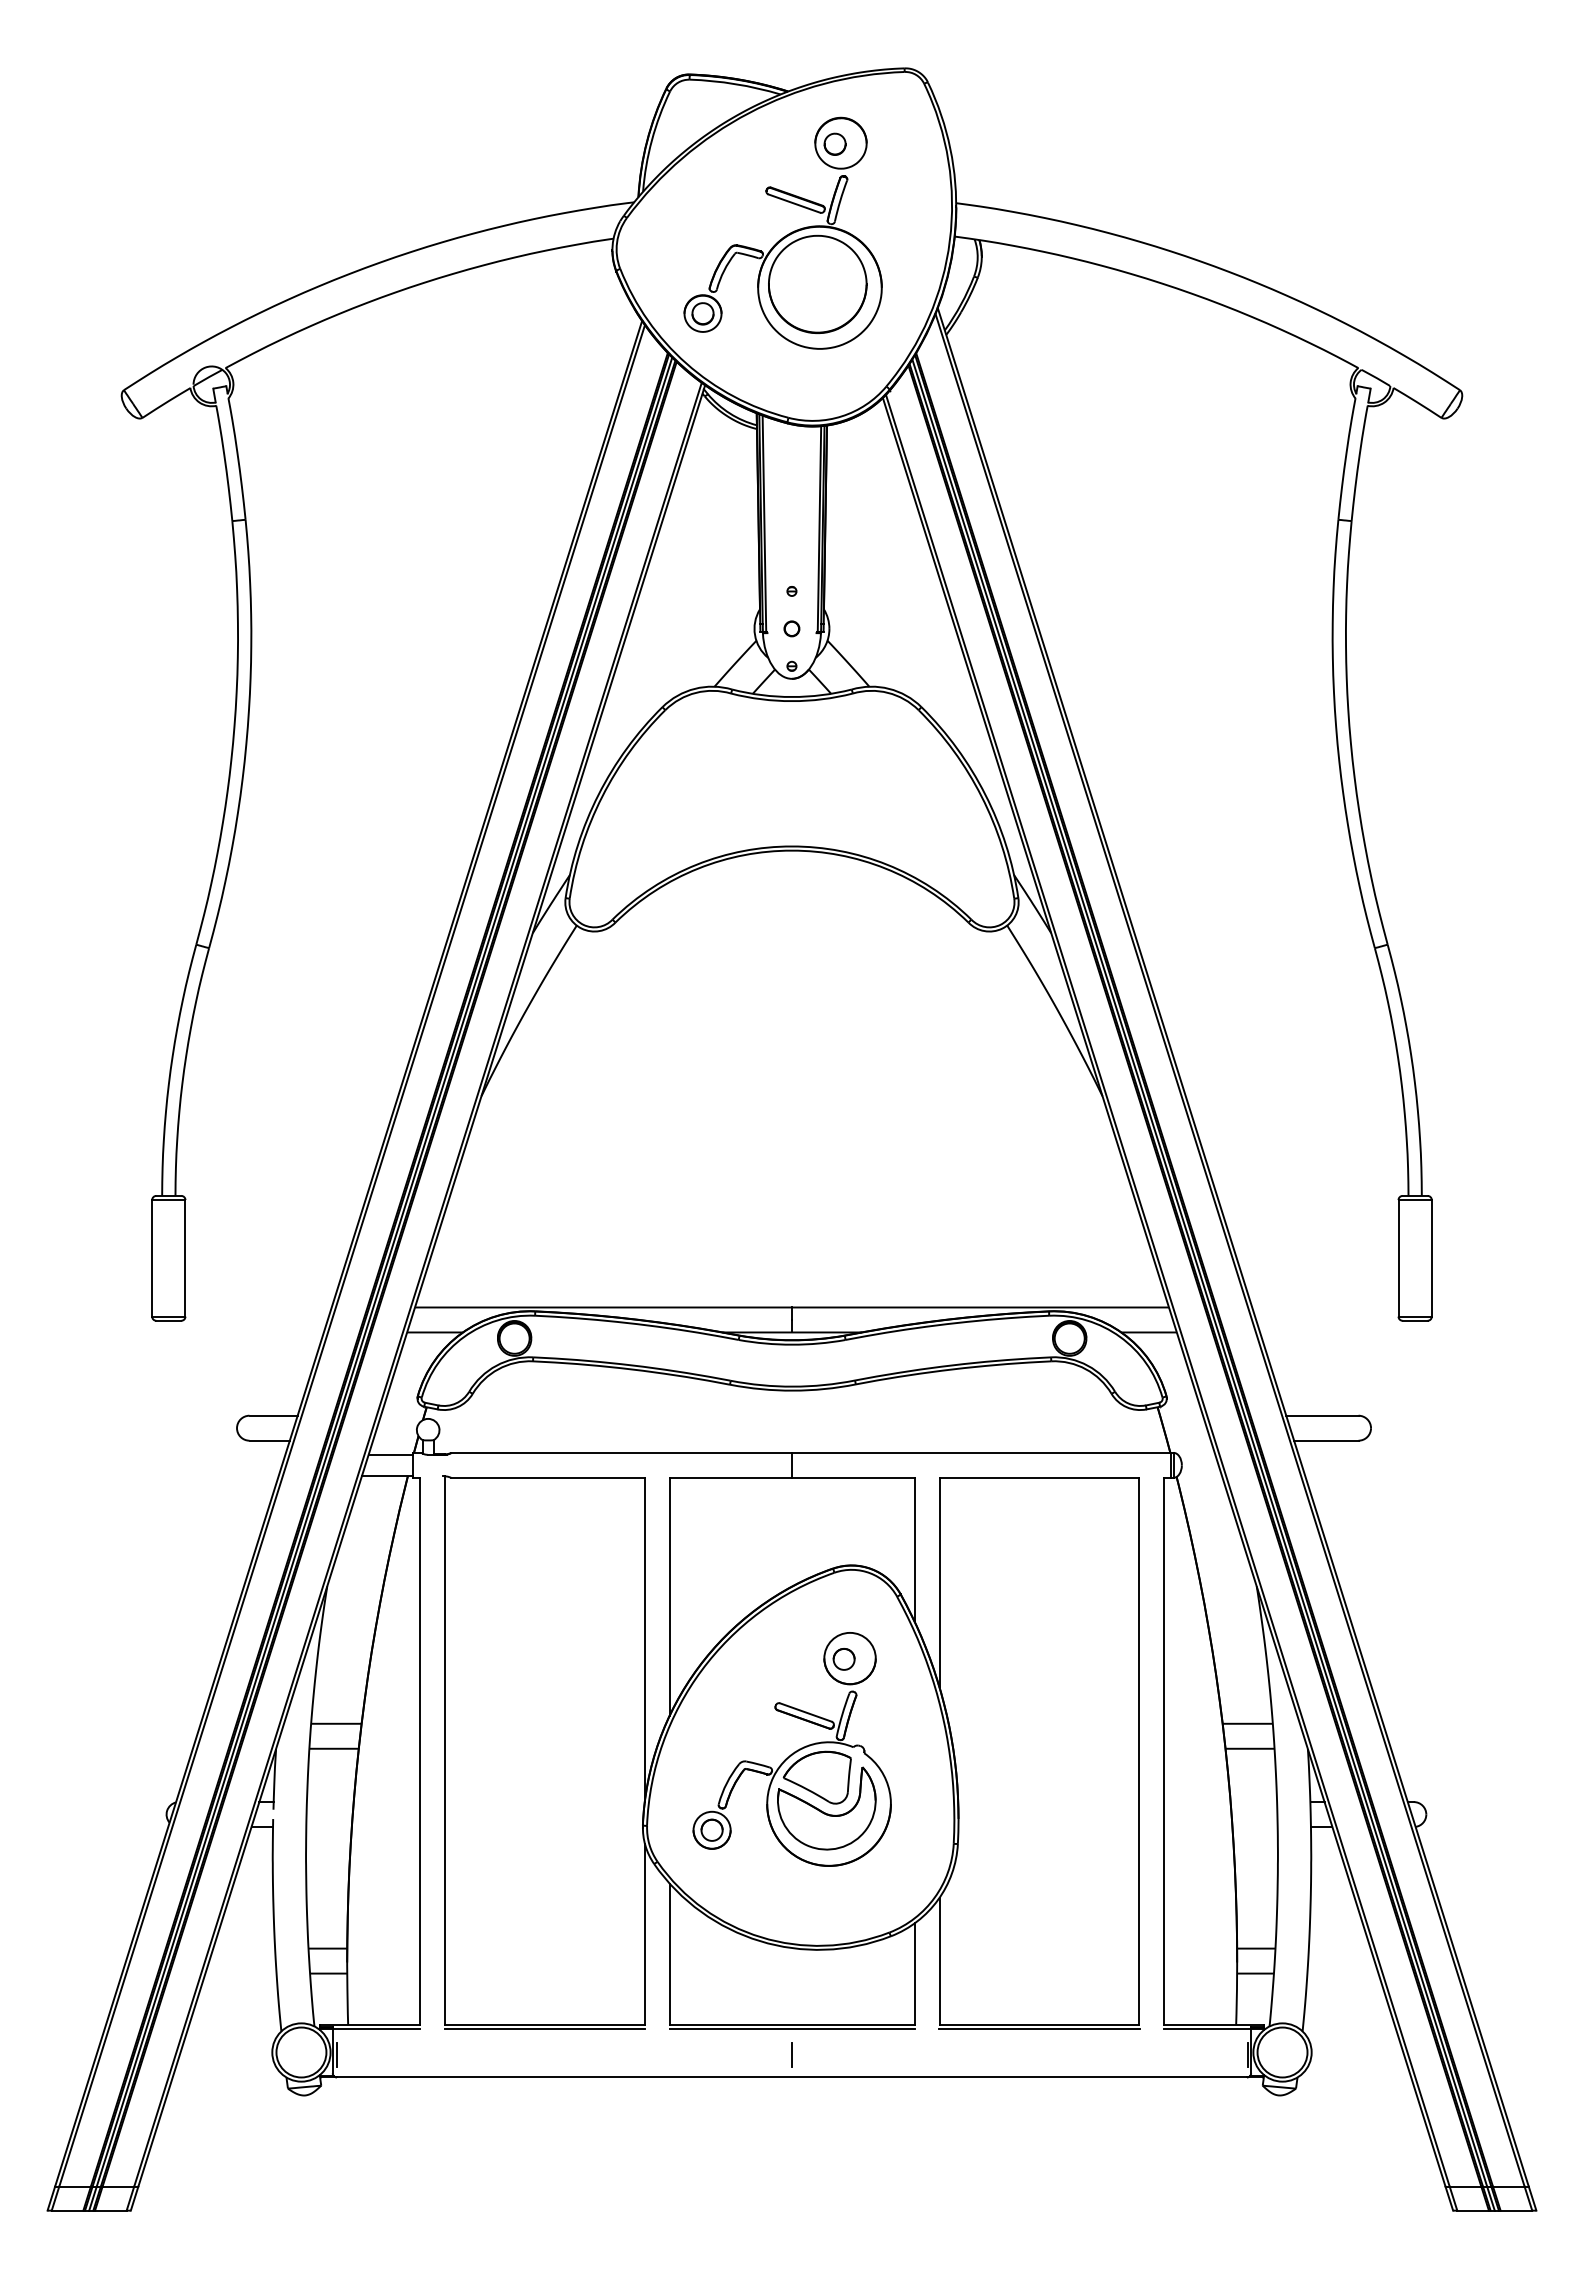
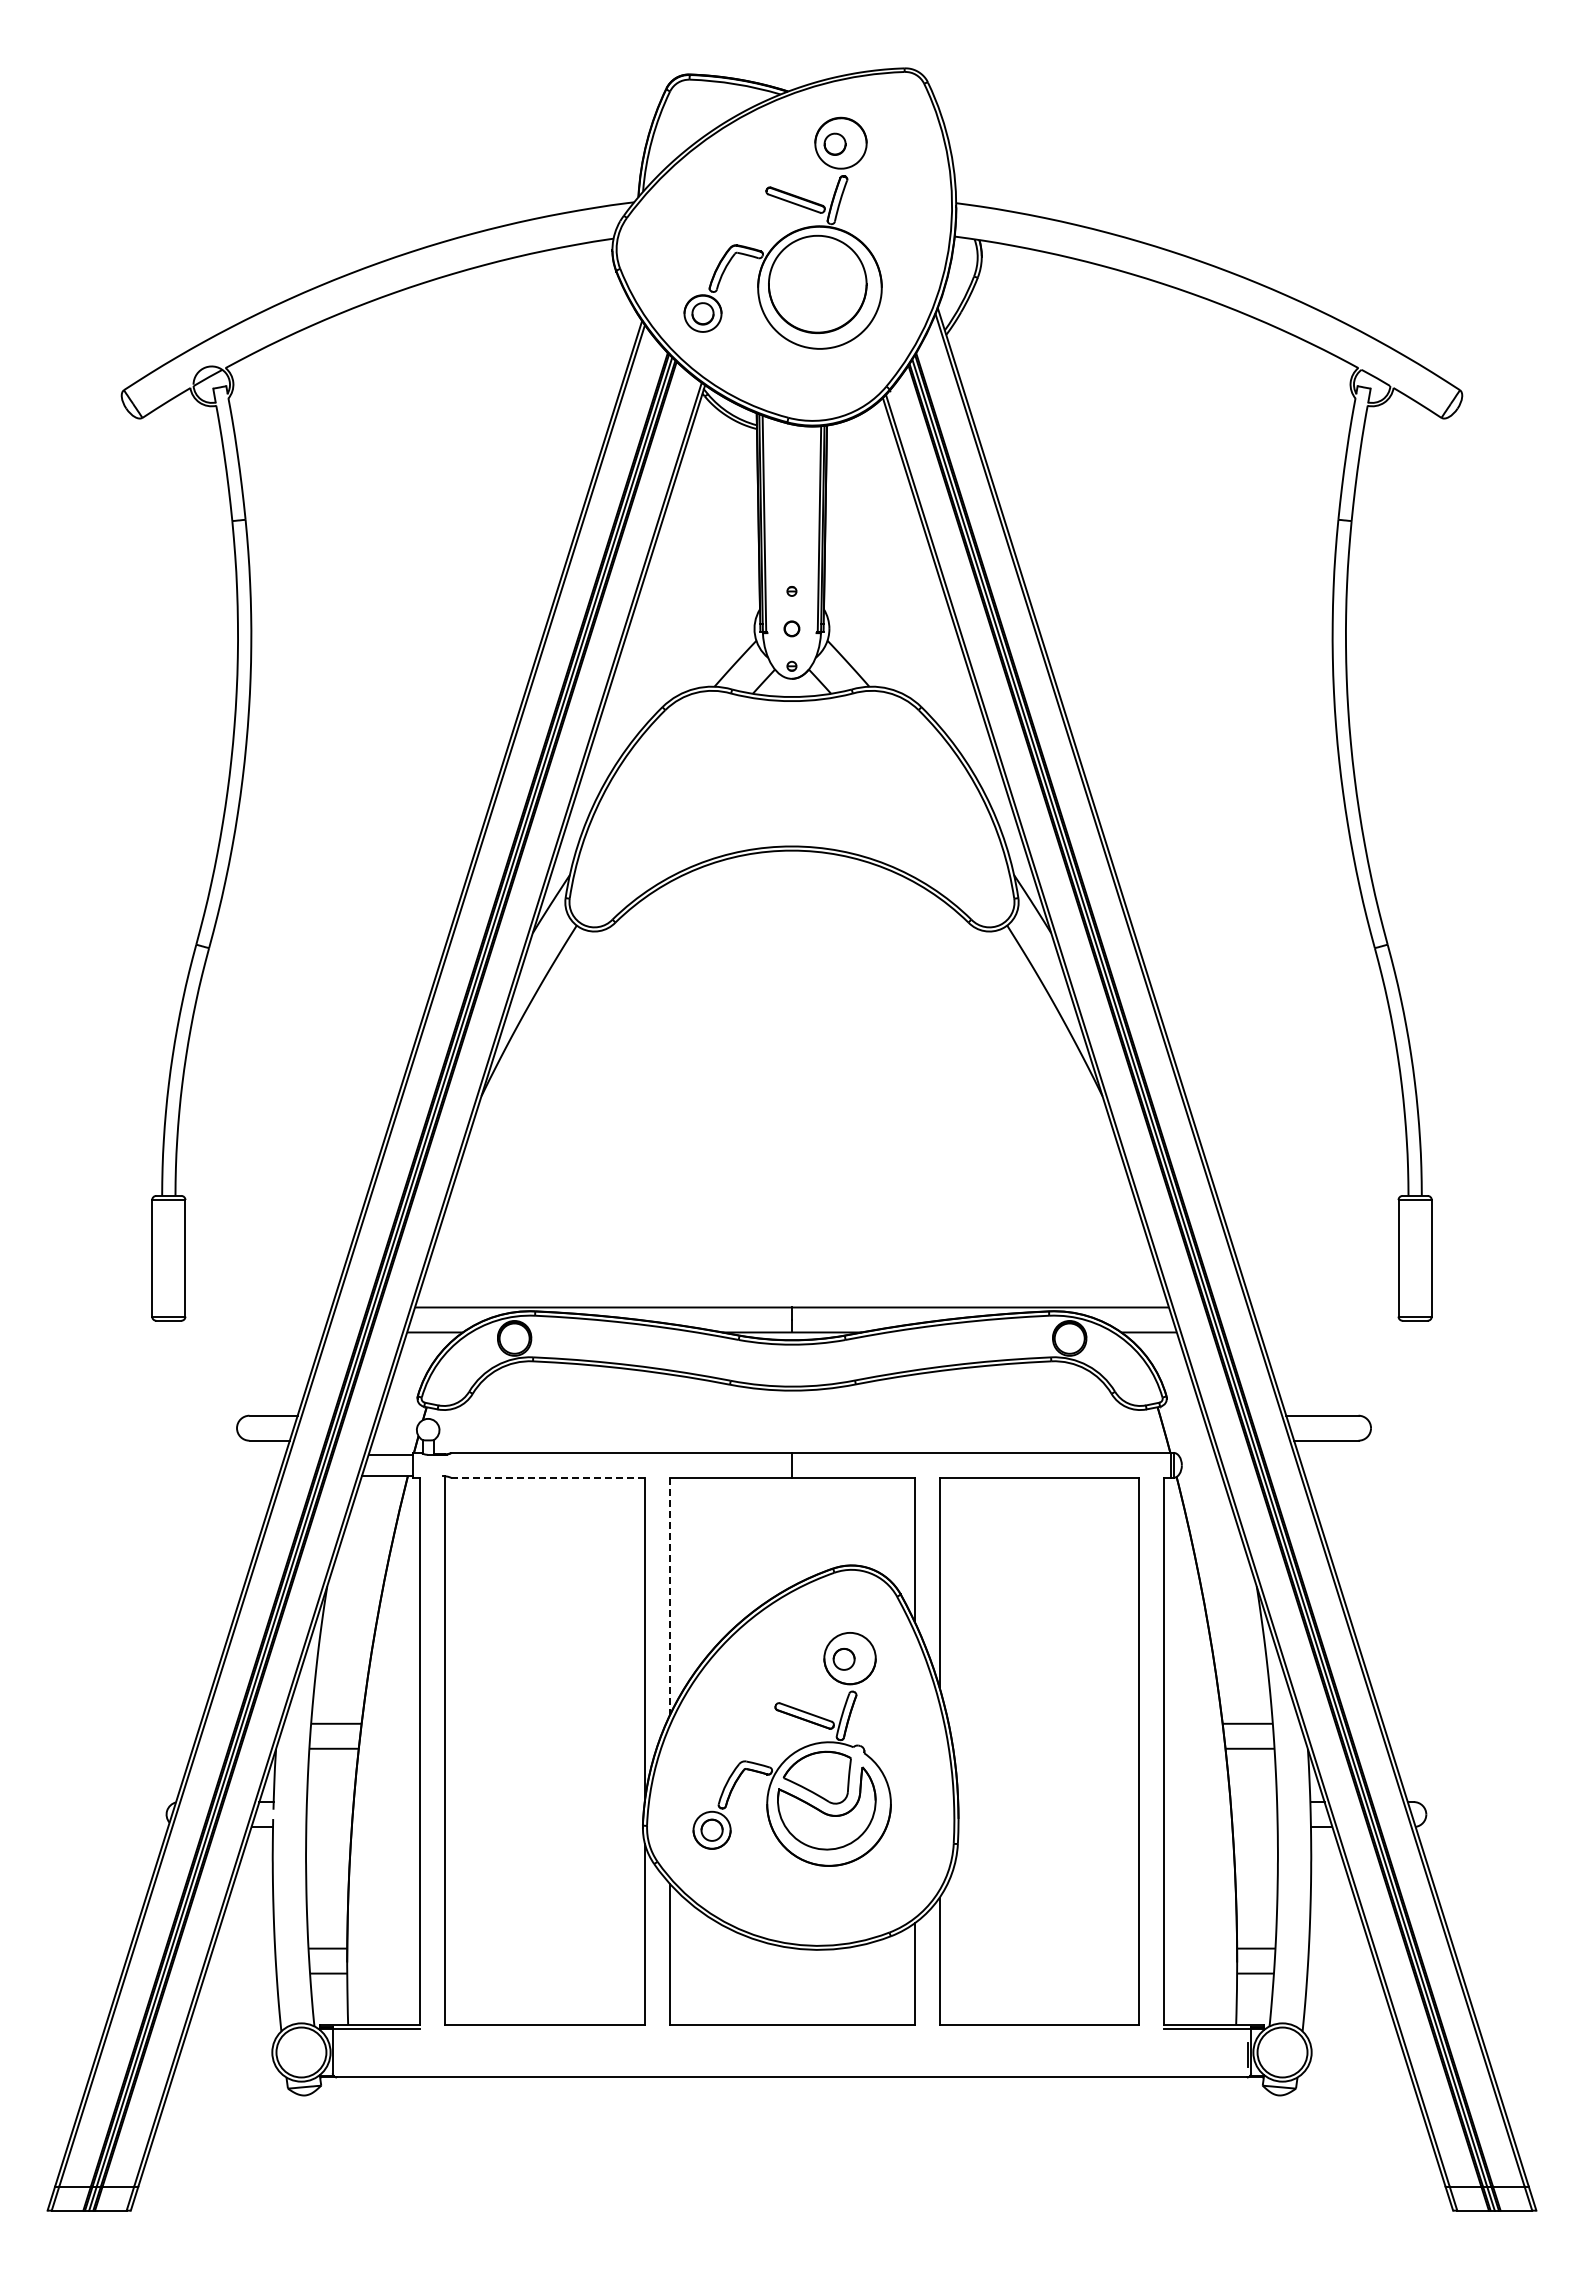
line at (548, 1477): solid -> dashed
line at (669, 1596): solid -> dashed
line at (544, 2029): present -> none
line at (791, 2029): present -> none
line at (1039, 2029): present -> none
line at (336, 2054): present -> none
line at (792, 2054): present -> none
